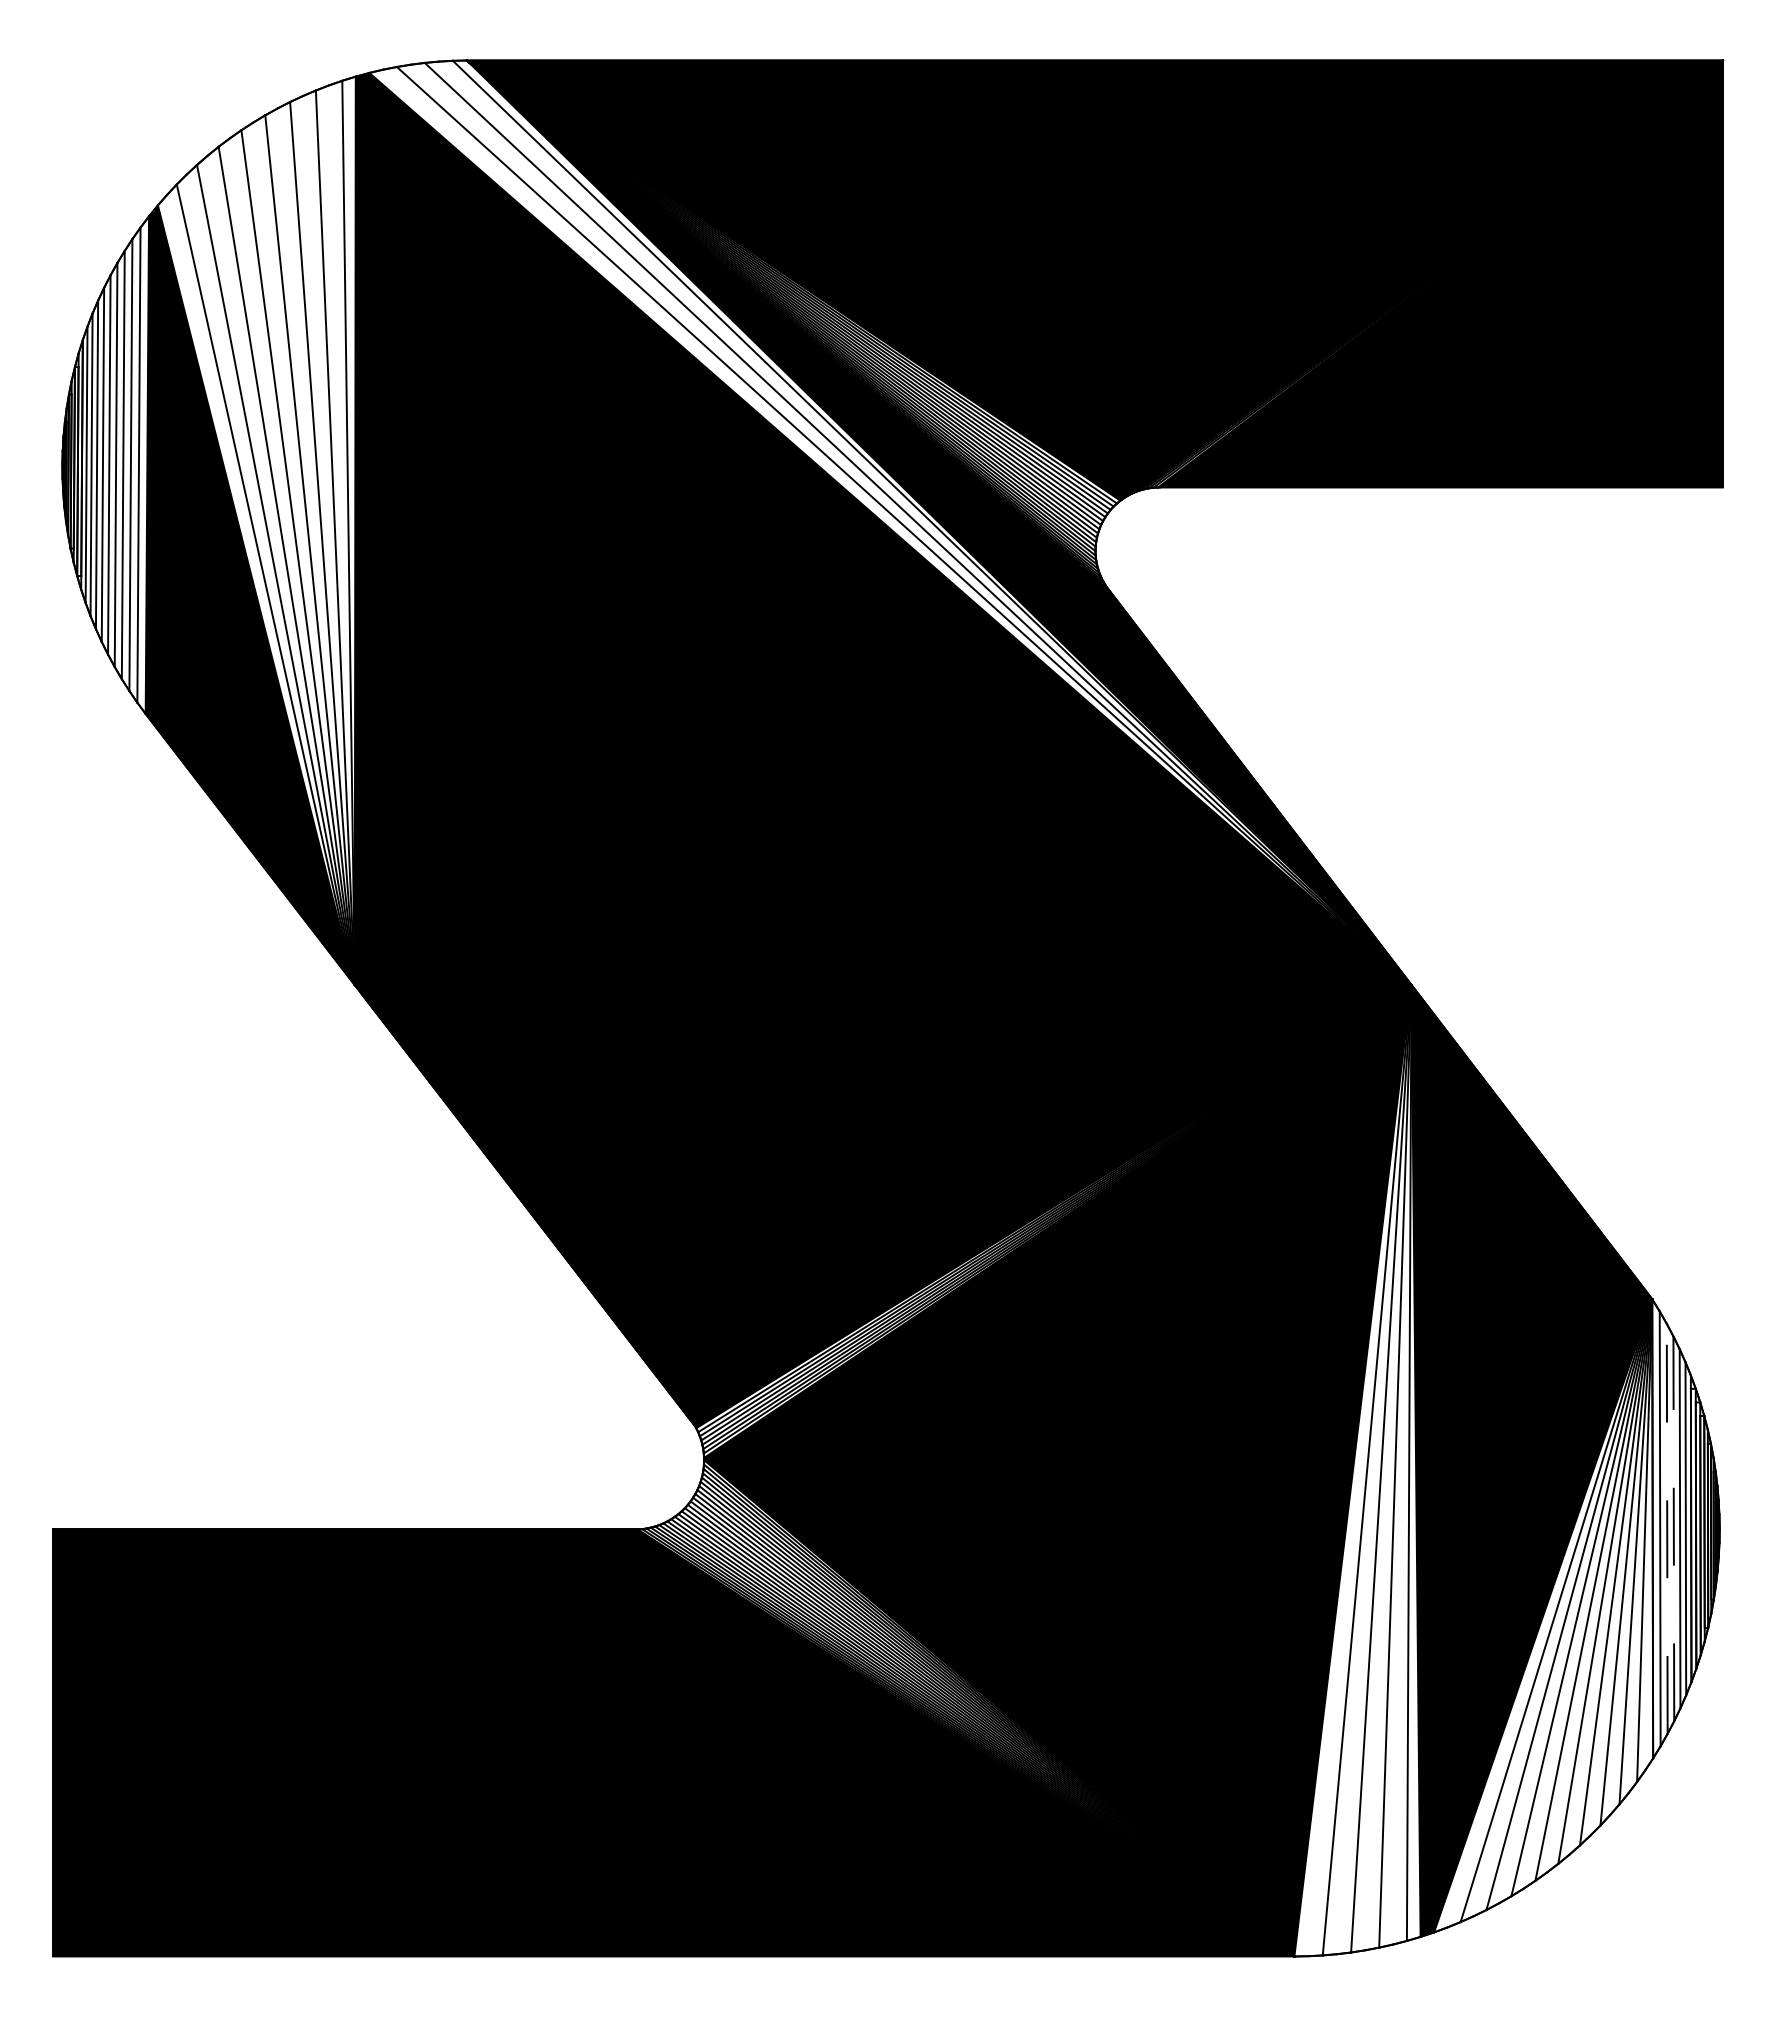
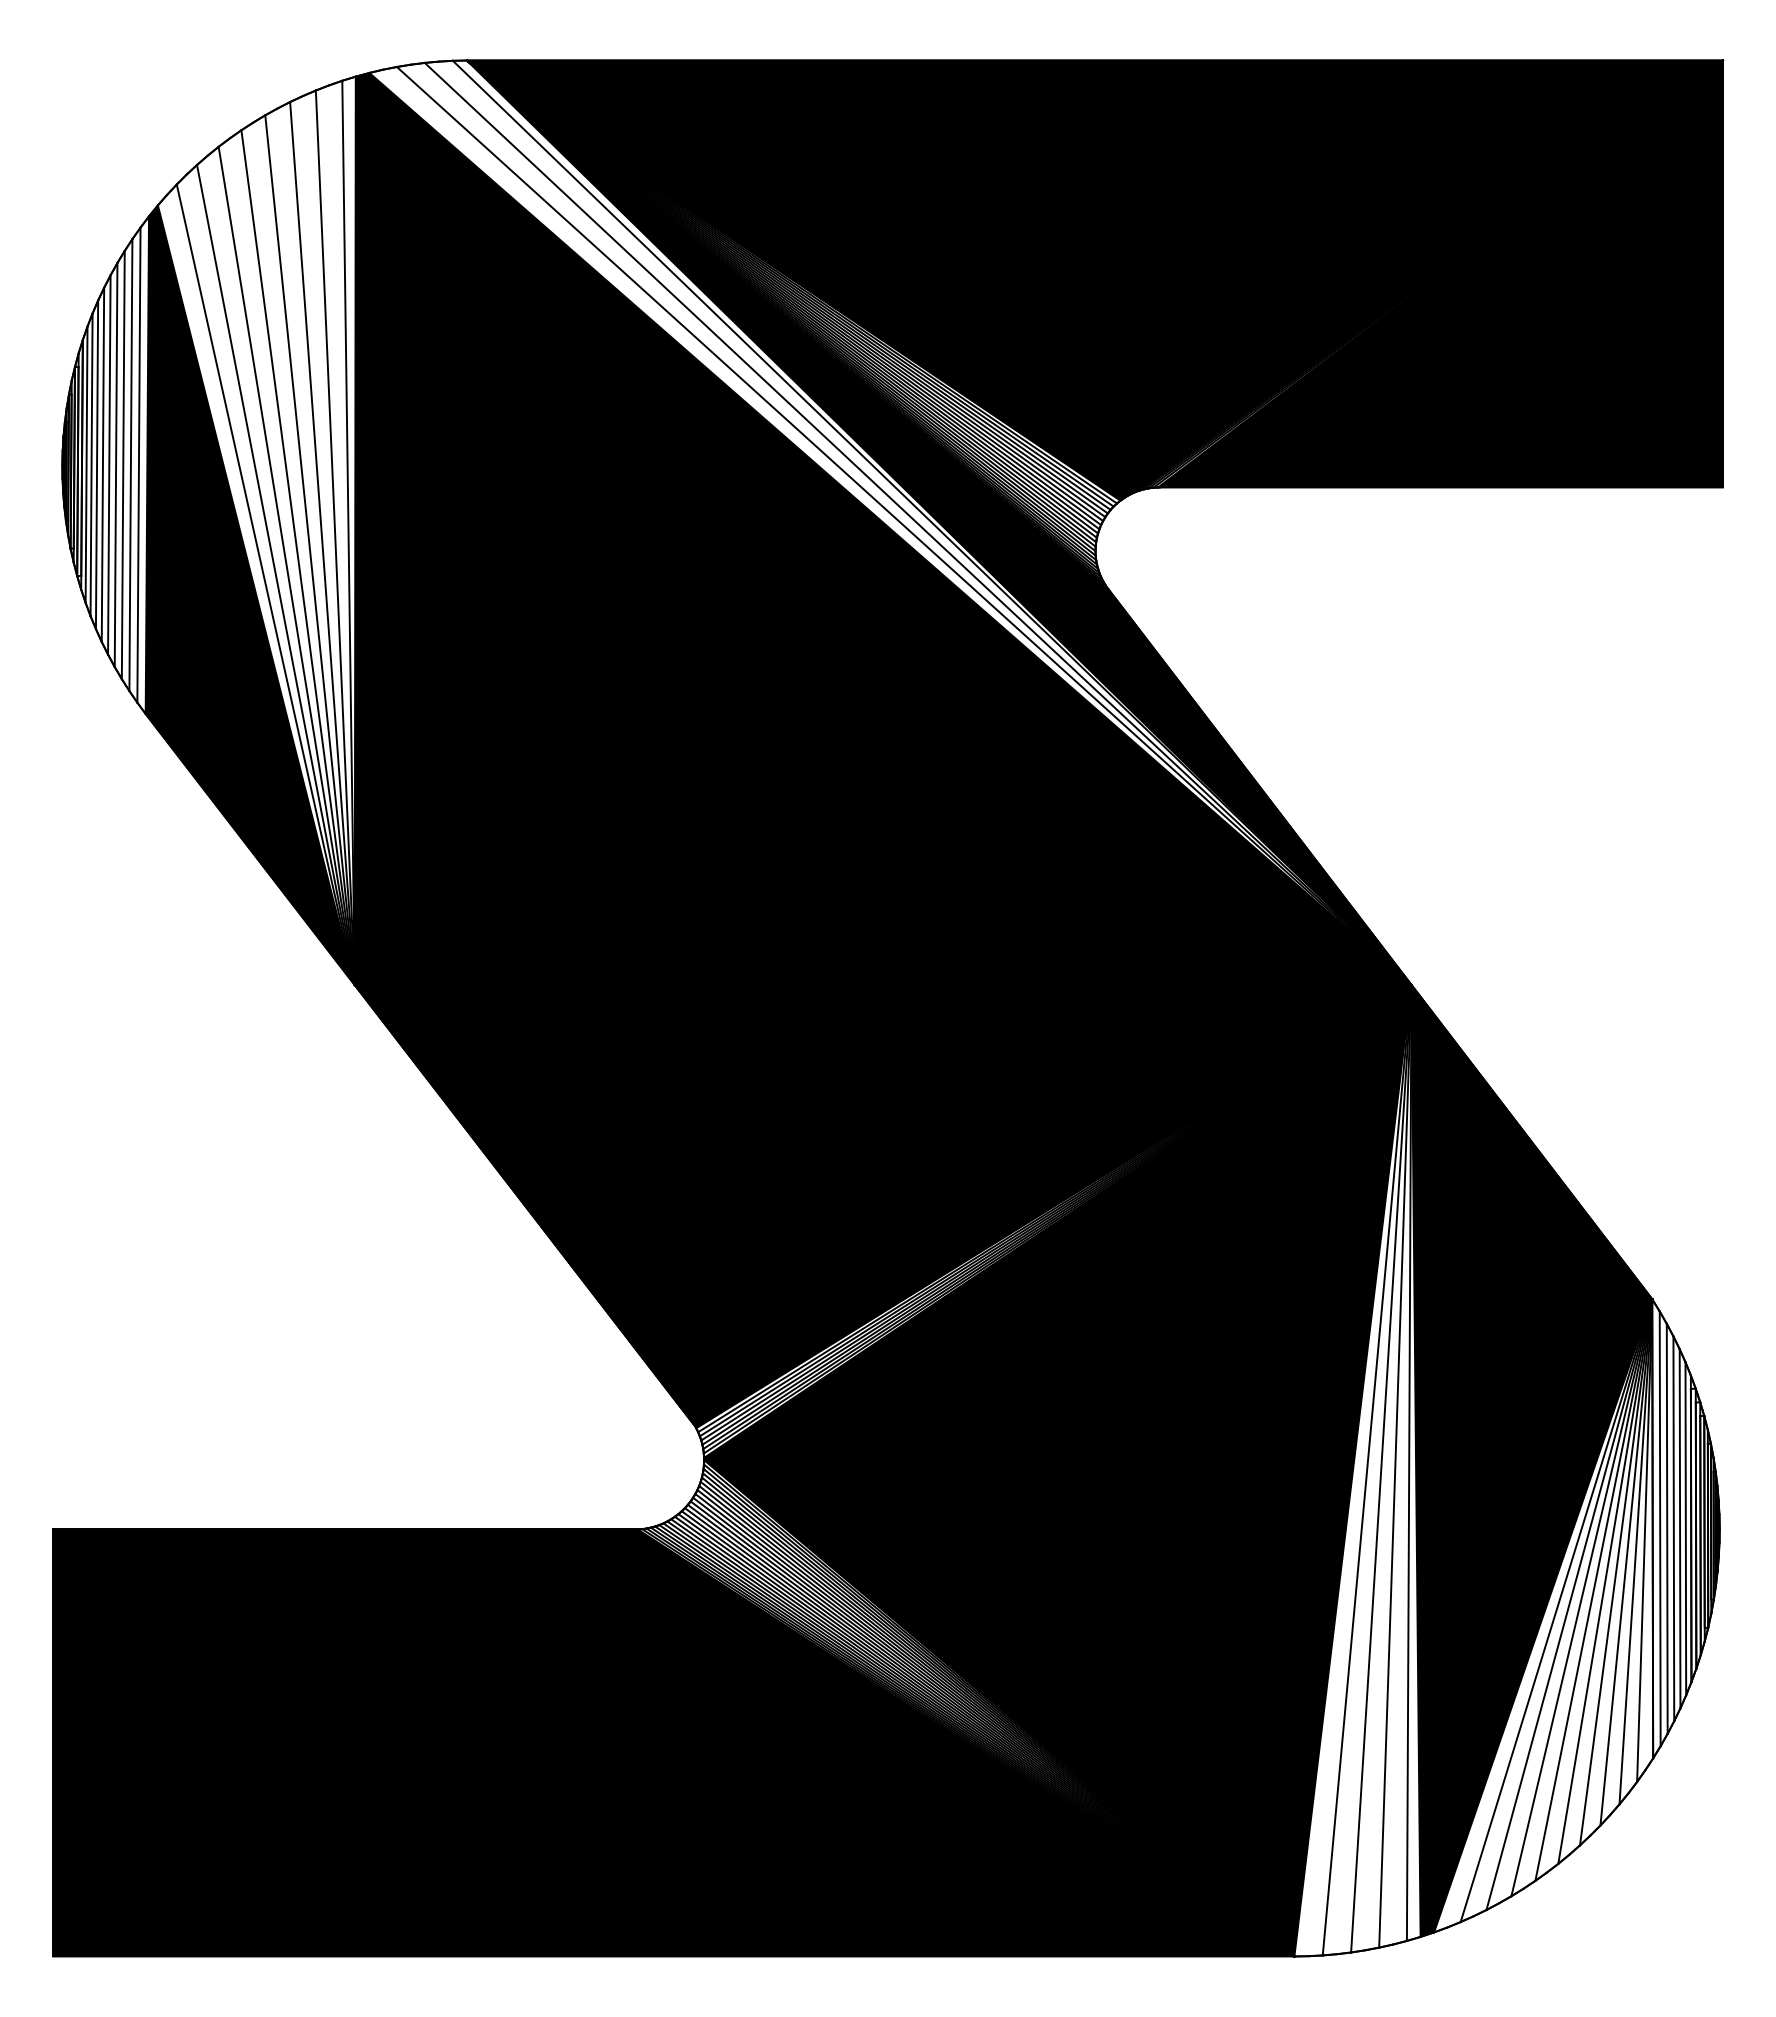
line at (1667, 1528): dashed -> solid
line at (1673, 1528): dashed -> solid
